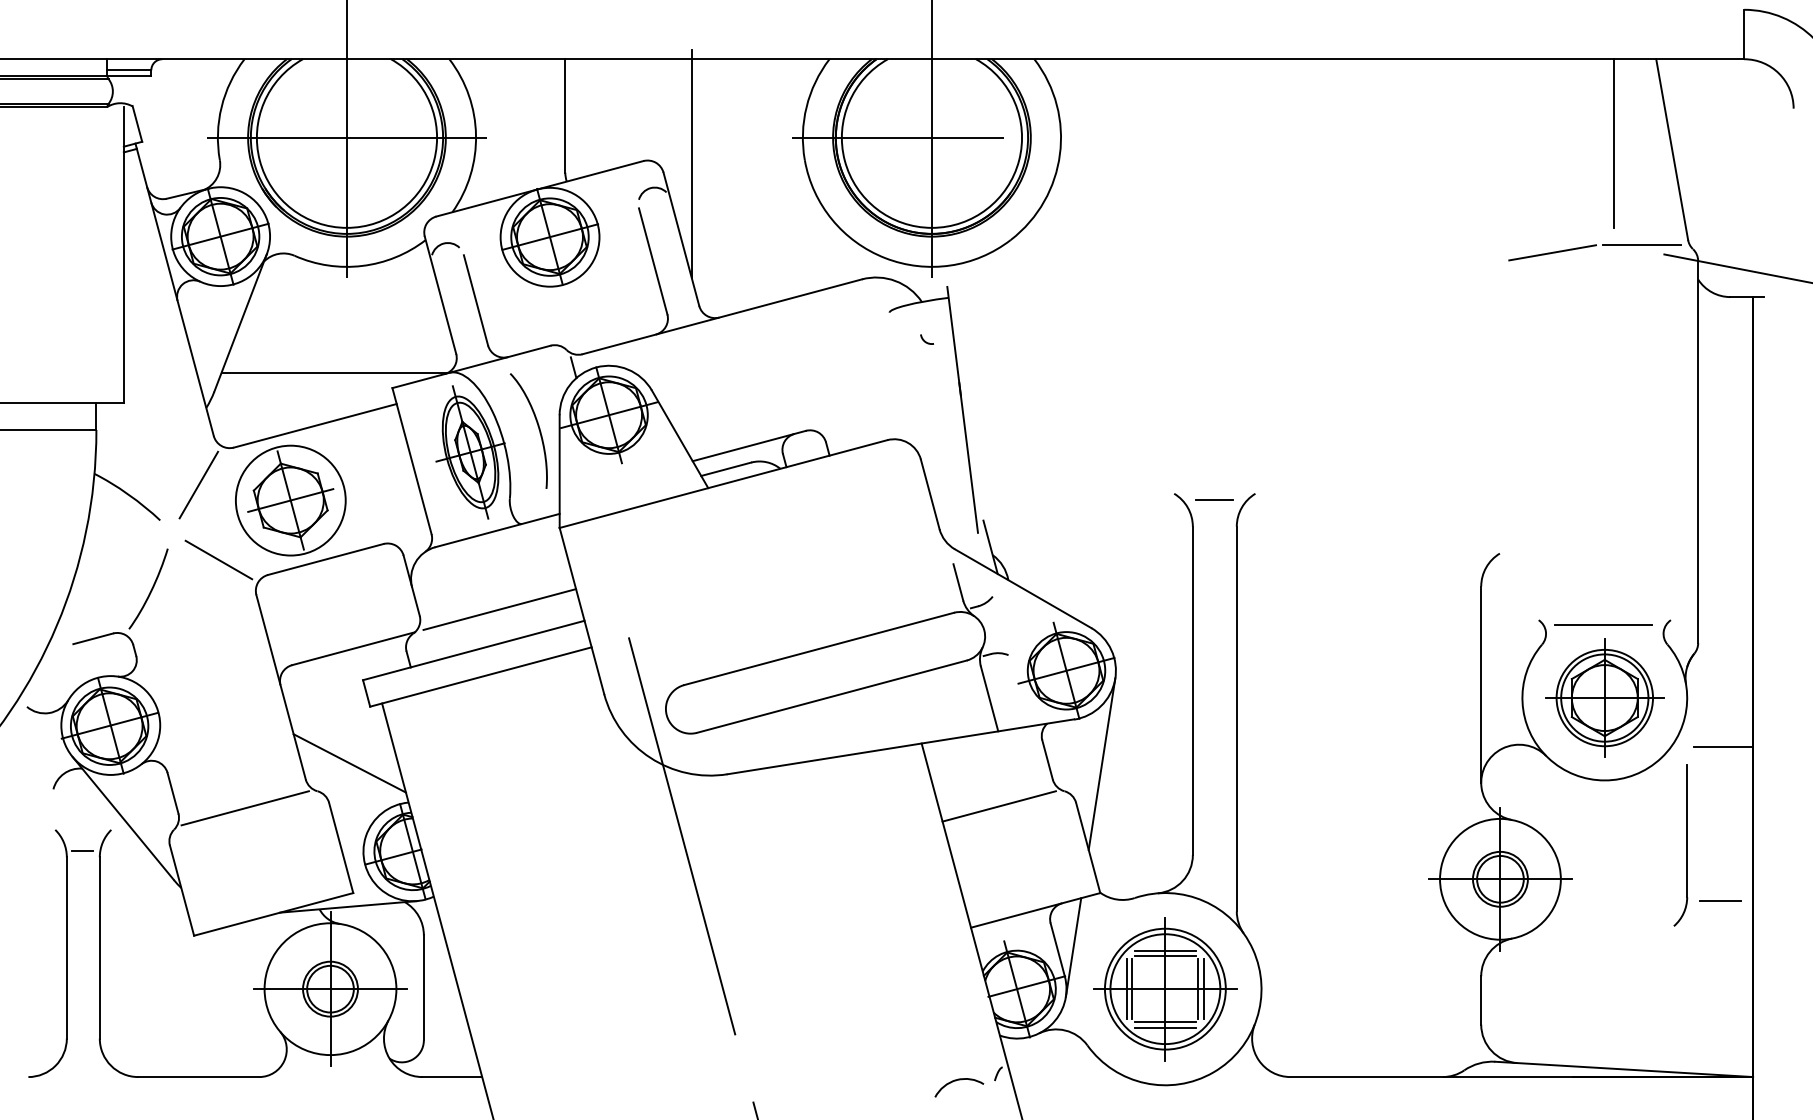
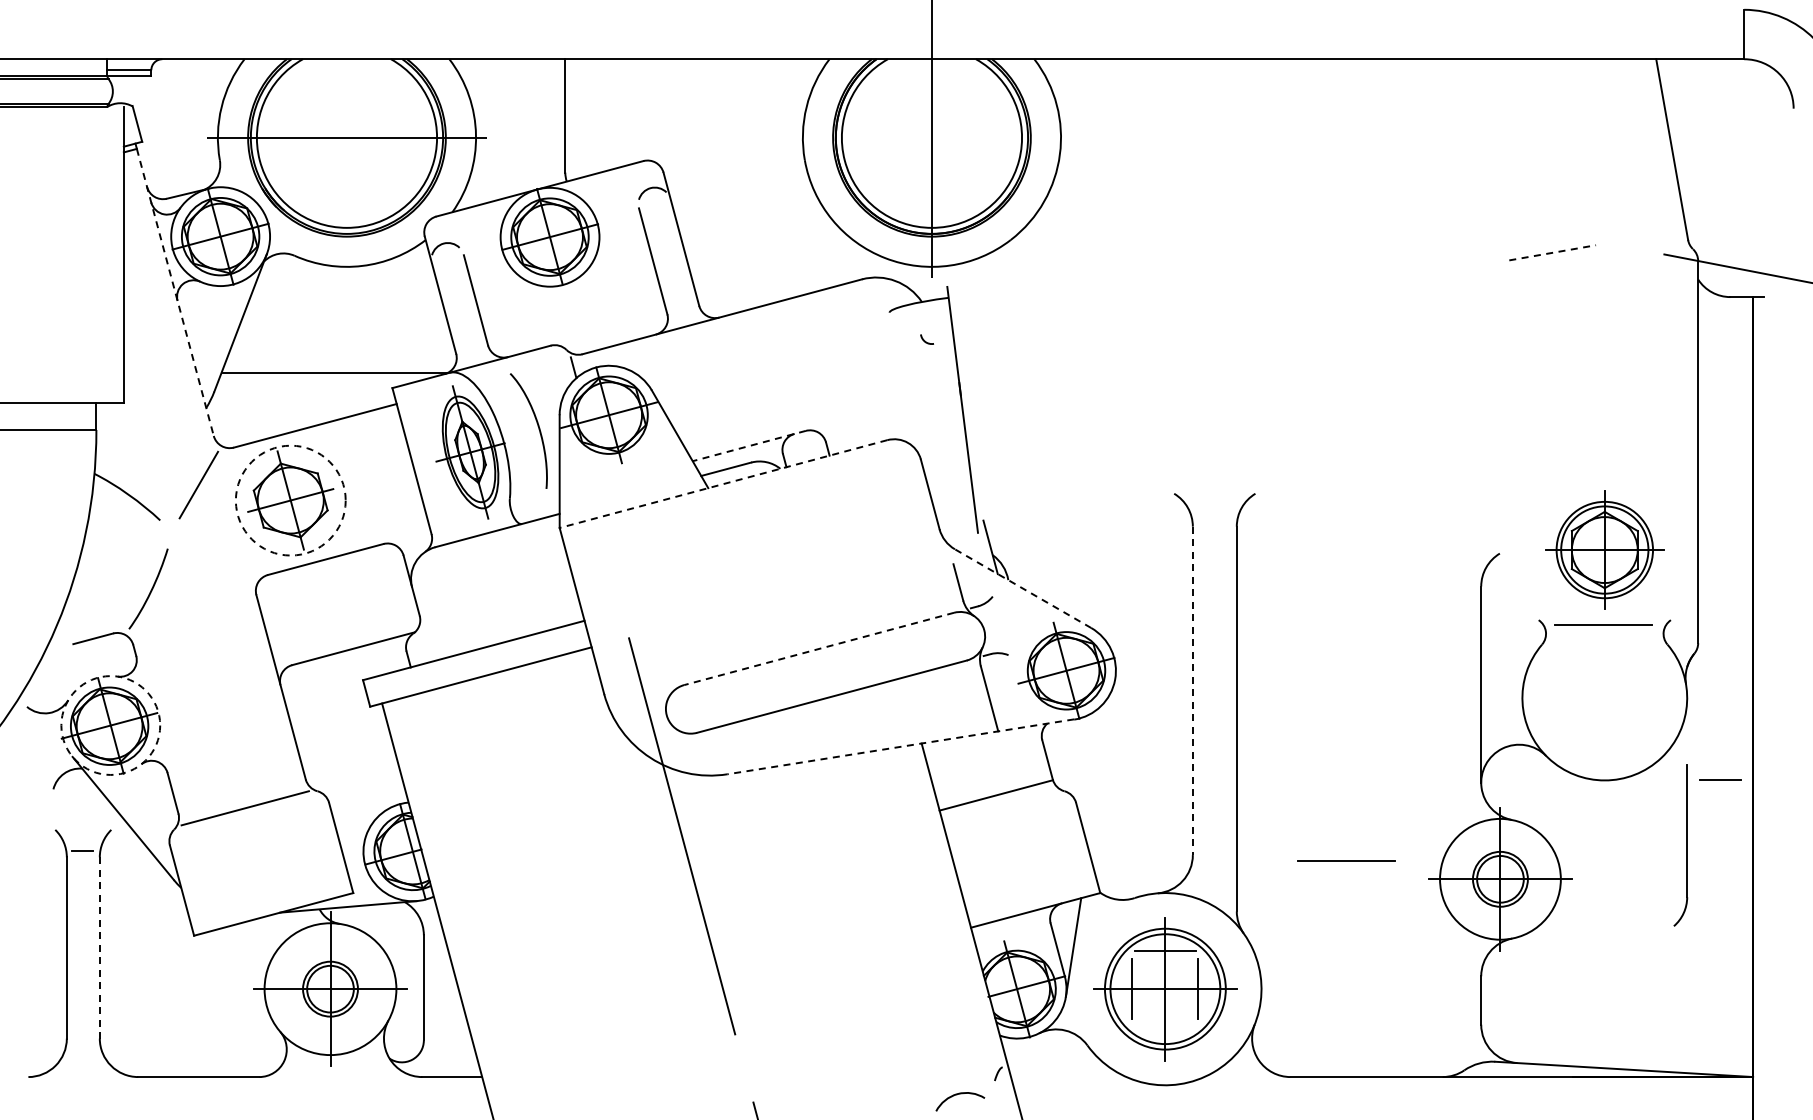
line at (897, 137): present -> none
line at (346, 139): present -> none
line at (1614, 143): present -> none
line at (691, 163): present -> none
line at (1641, 244): present -> none
line at (1553, 252): solid -> dashed
line at (175, 292): solid -> dashed
line at (749, 446): solid -> dashed
line at (723, 484): solid -> dashed
line at (1214, 499): present -> none
circle at (290, 500): solid -> dashed
line at (218, 559): present -> none
line at (1023, 588): solid -> dashed
line at (499, 609): present -> none
line at (819, 648): solid -> dashed
line at (1192, 691): solid -> dashed
part at (1604, 697) position: (1604, 697) -> (1604, 549)
circle at (110, 725): solid -> dashed
line at (900, 746): solid -> dashed
line at (1723, 747): present -> none
line at (349, 763): present -> none
line at (1101, 763): present -> none
line at (998, 806) position: (998, 806) -> (995, 795)
line at (1346, 860): none -> present
line at (1720, 900) position: (1720, 900) -> (1720, 779)
line at (99, 947): solid -> dashed
line at (1165, 956): present -> none
line at (1126, 988): present -> none
line at (1203, 988): present -> none
line at (1165, 1022): present -> none
line at (1165, 1027): present -> none
arc at (956, 1081) position: (956, 1081) -> (957, 1095)
